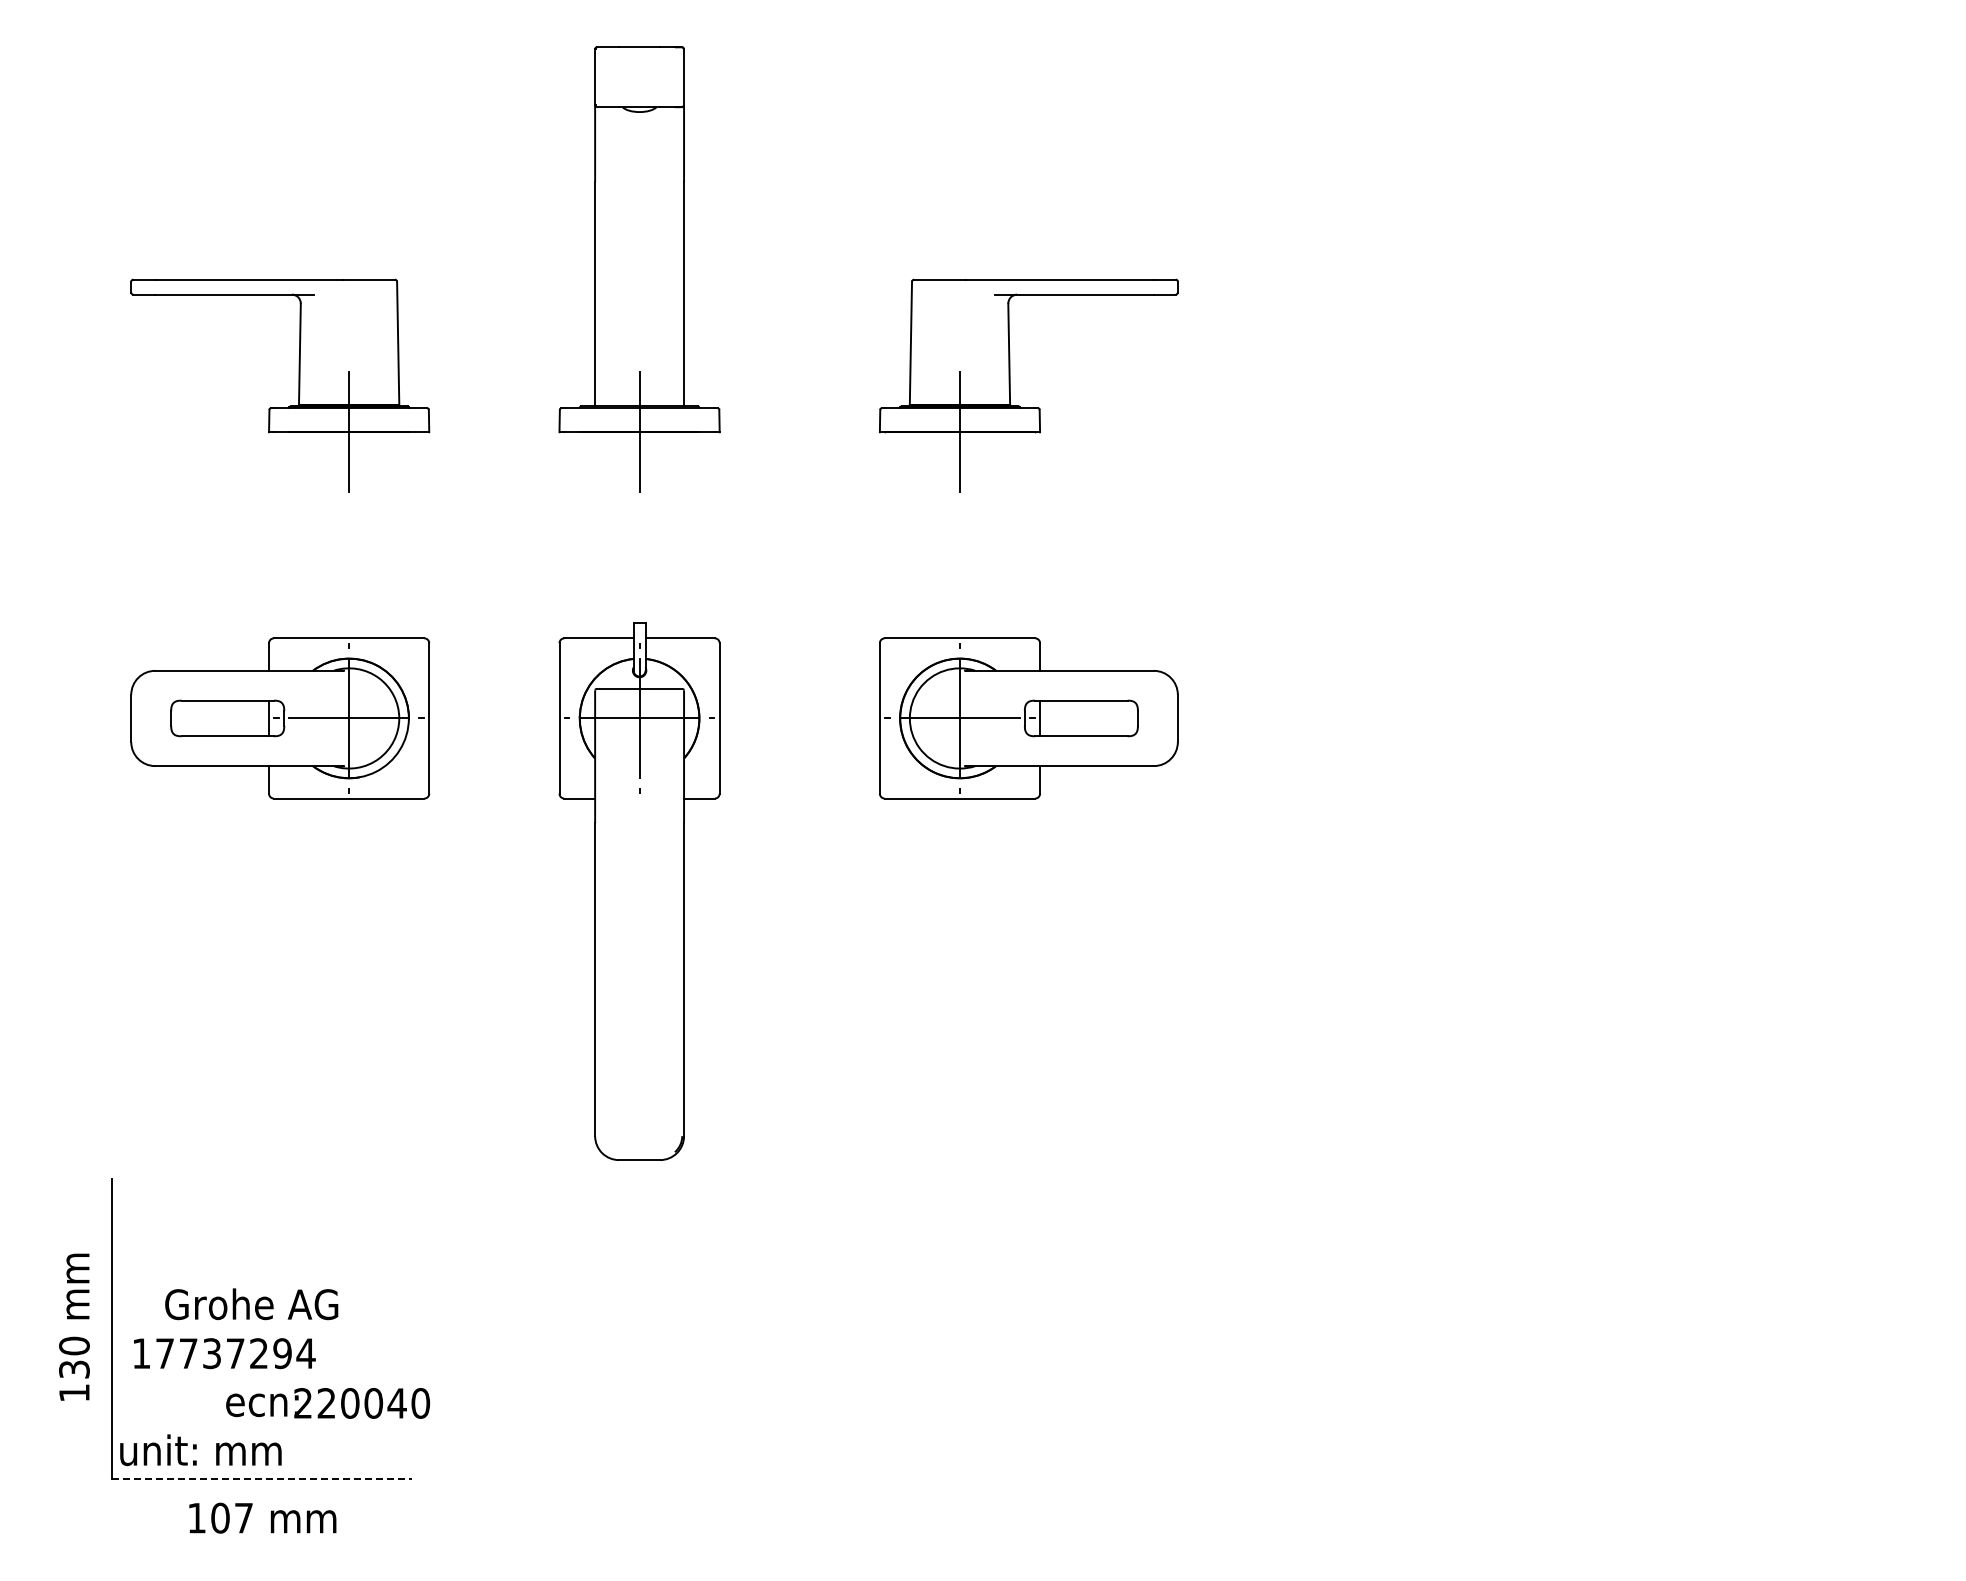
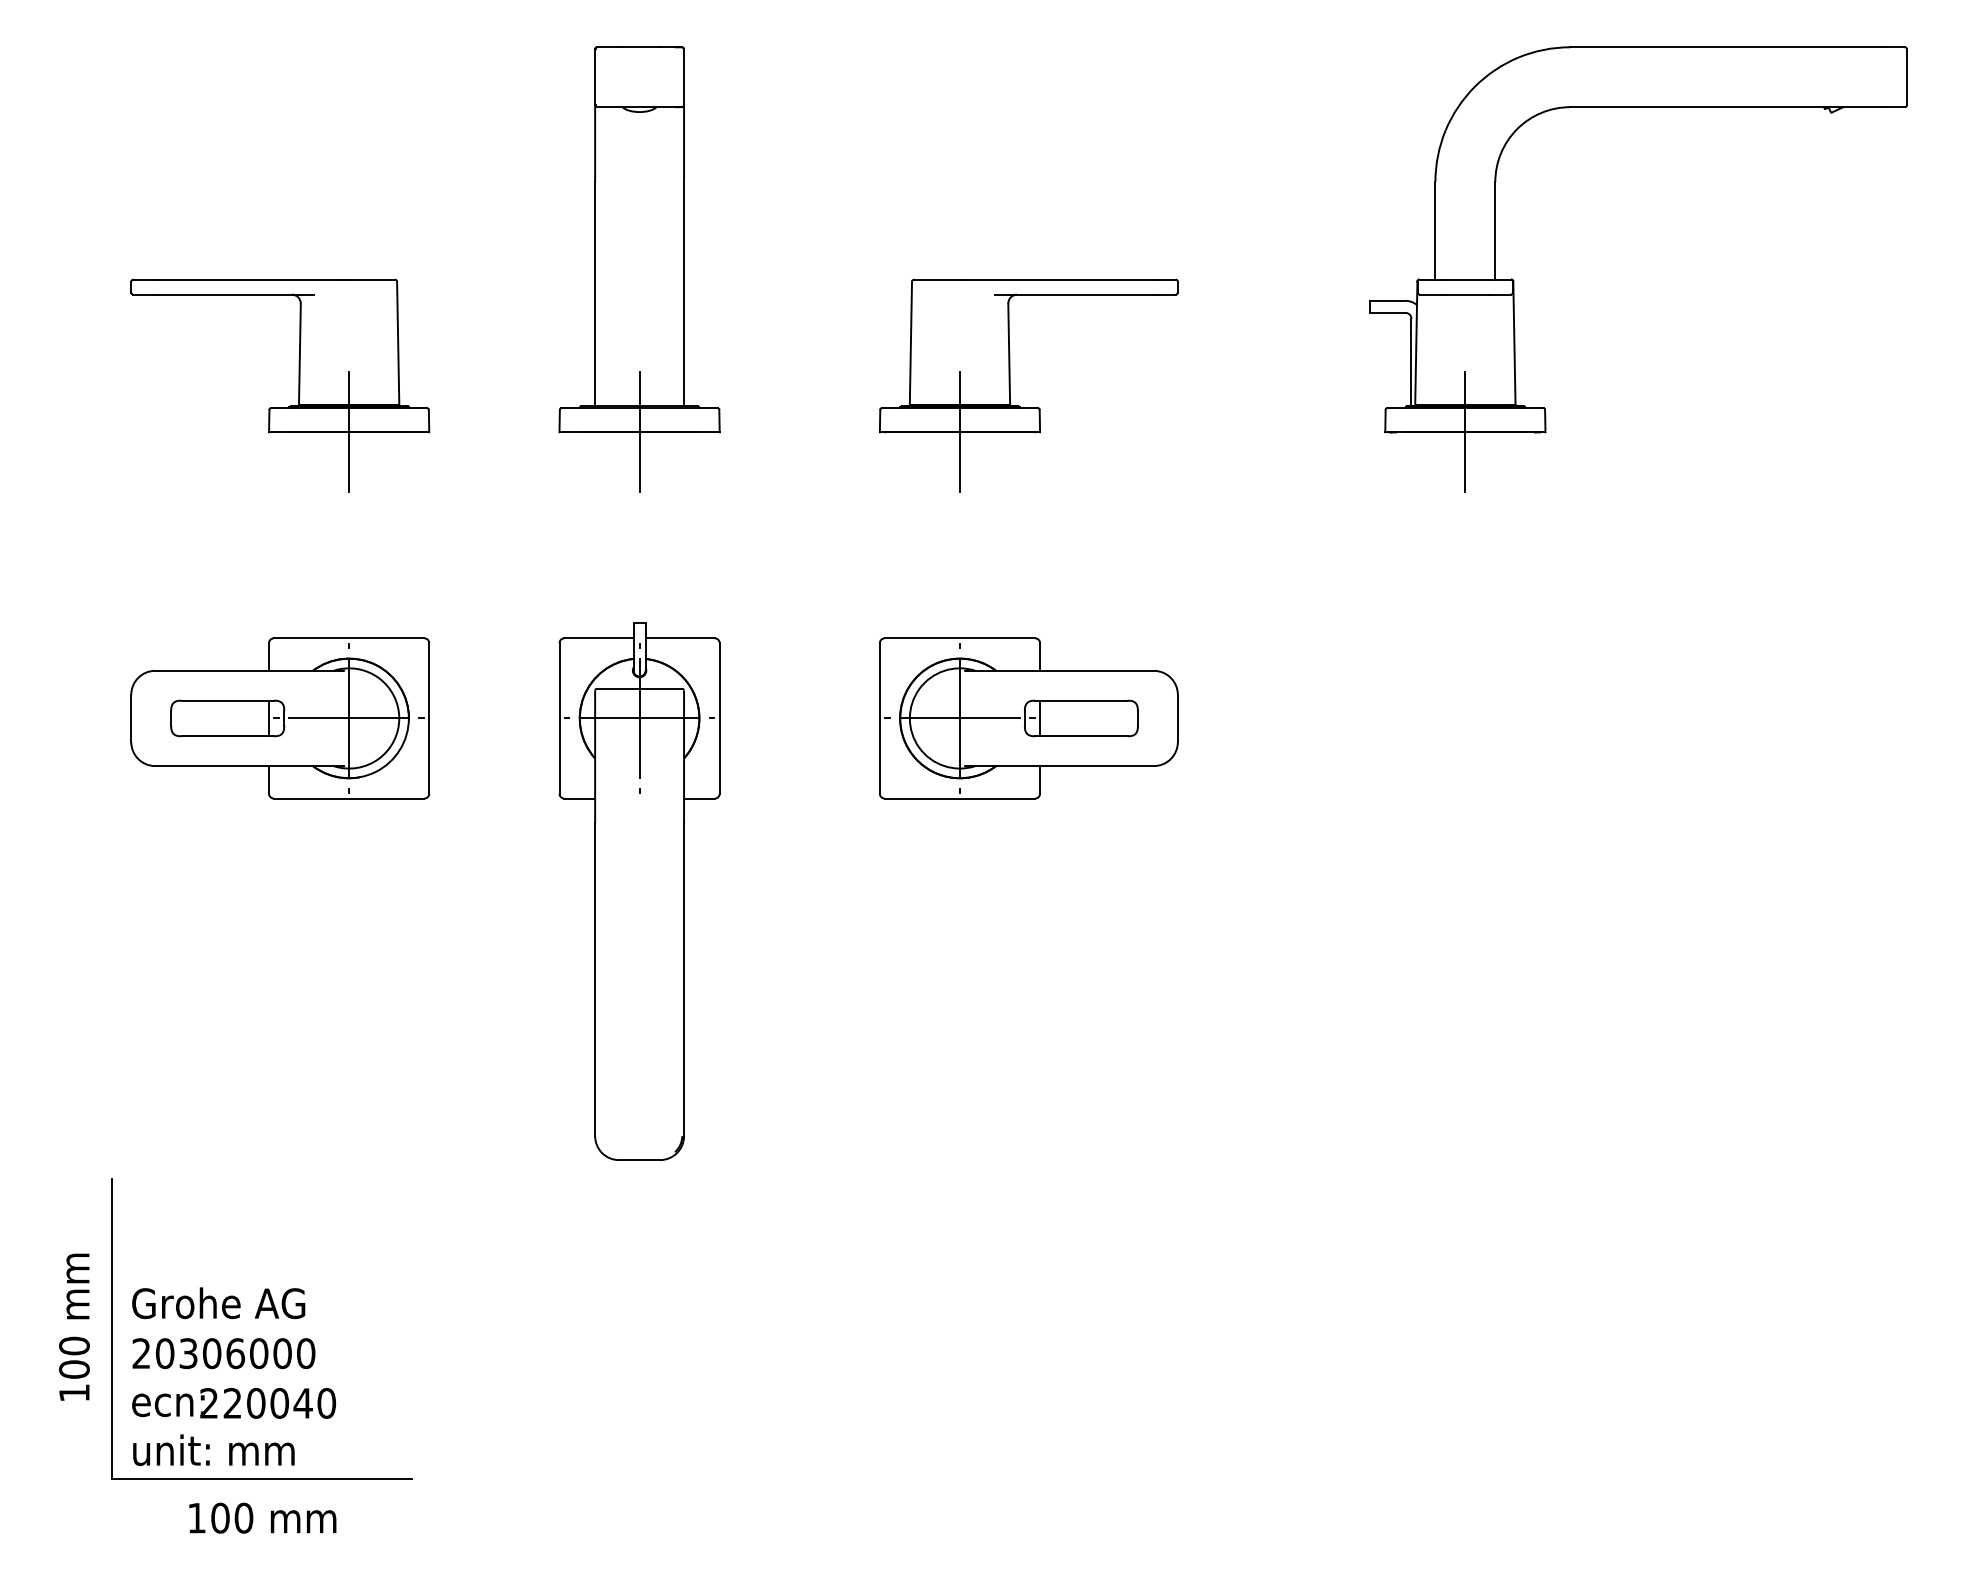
part at (1514, 280): none -> present
text at (251, 1304) position: (251, 1304) -> (218, 1303)
text at (223, 1353): 17737294 -> 20306000
text at (74, 1369): 130 -> 100
text at (328, 1403) position: (328, 1403) -> (234, 1403)
text at (200, 1450) position: (200, 1450) -> (213, 1450)
line at (261, 1478): dashed -> solid
text at (243, 1517): 107 -> 100
